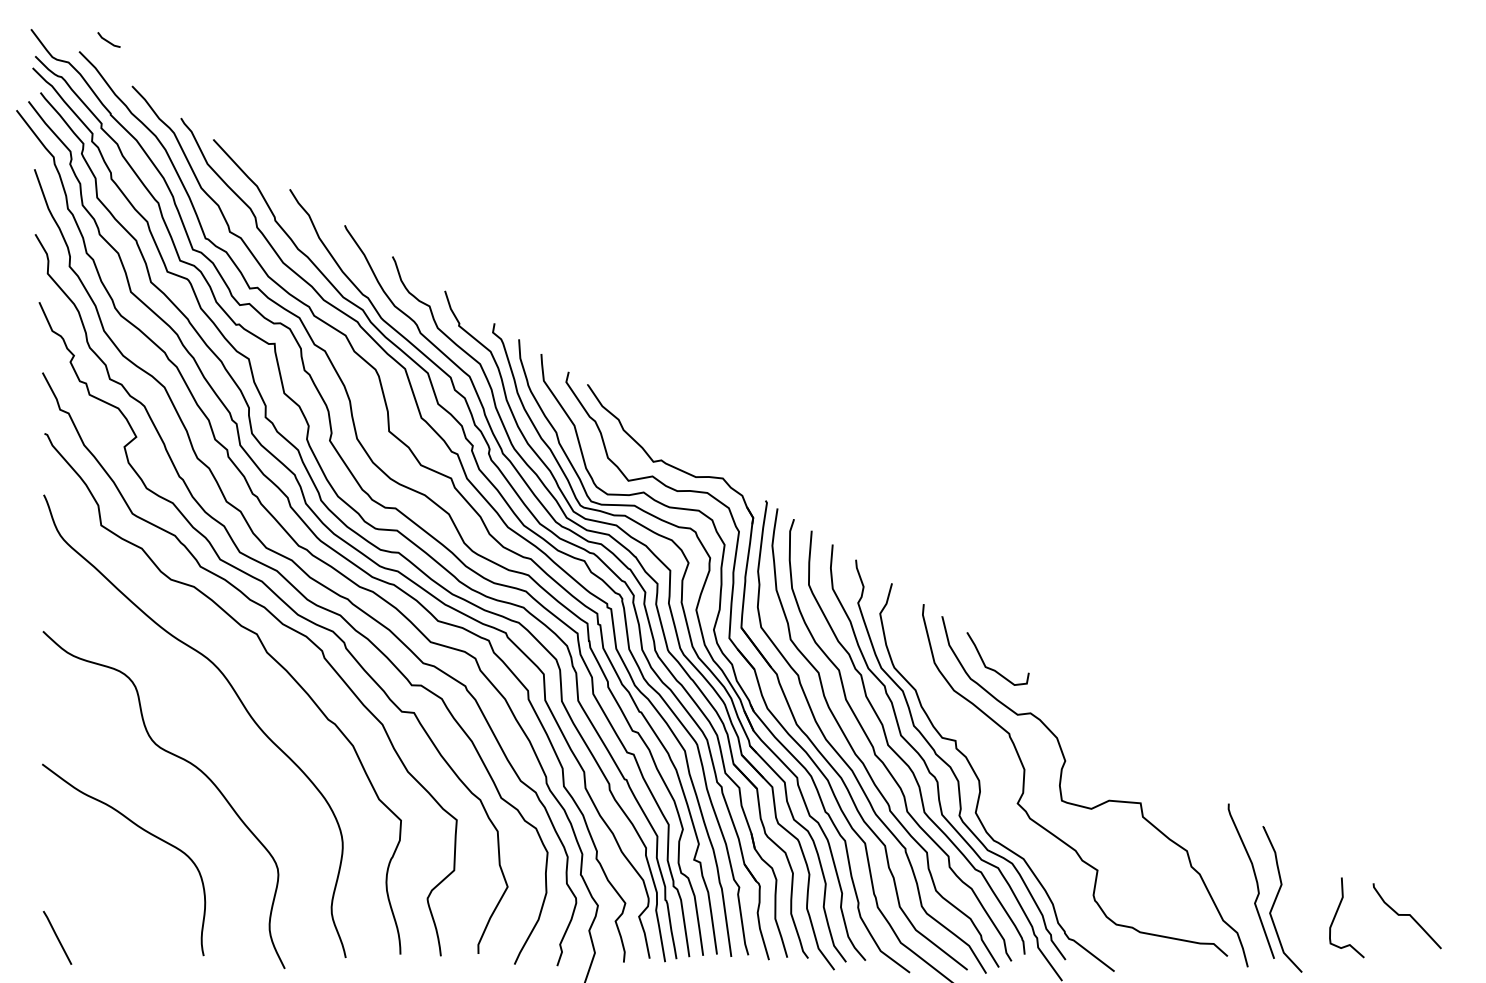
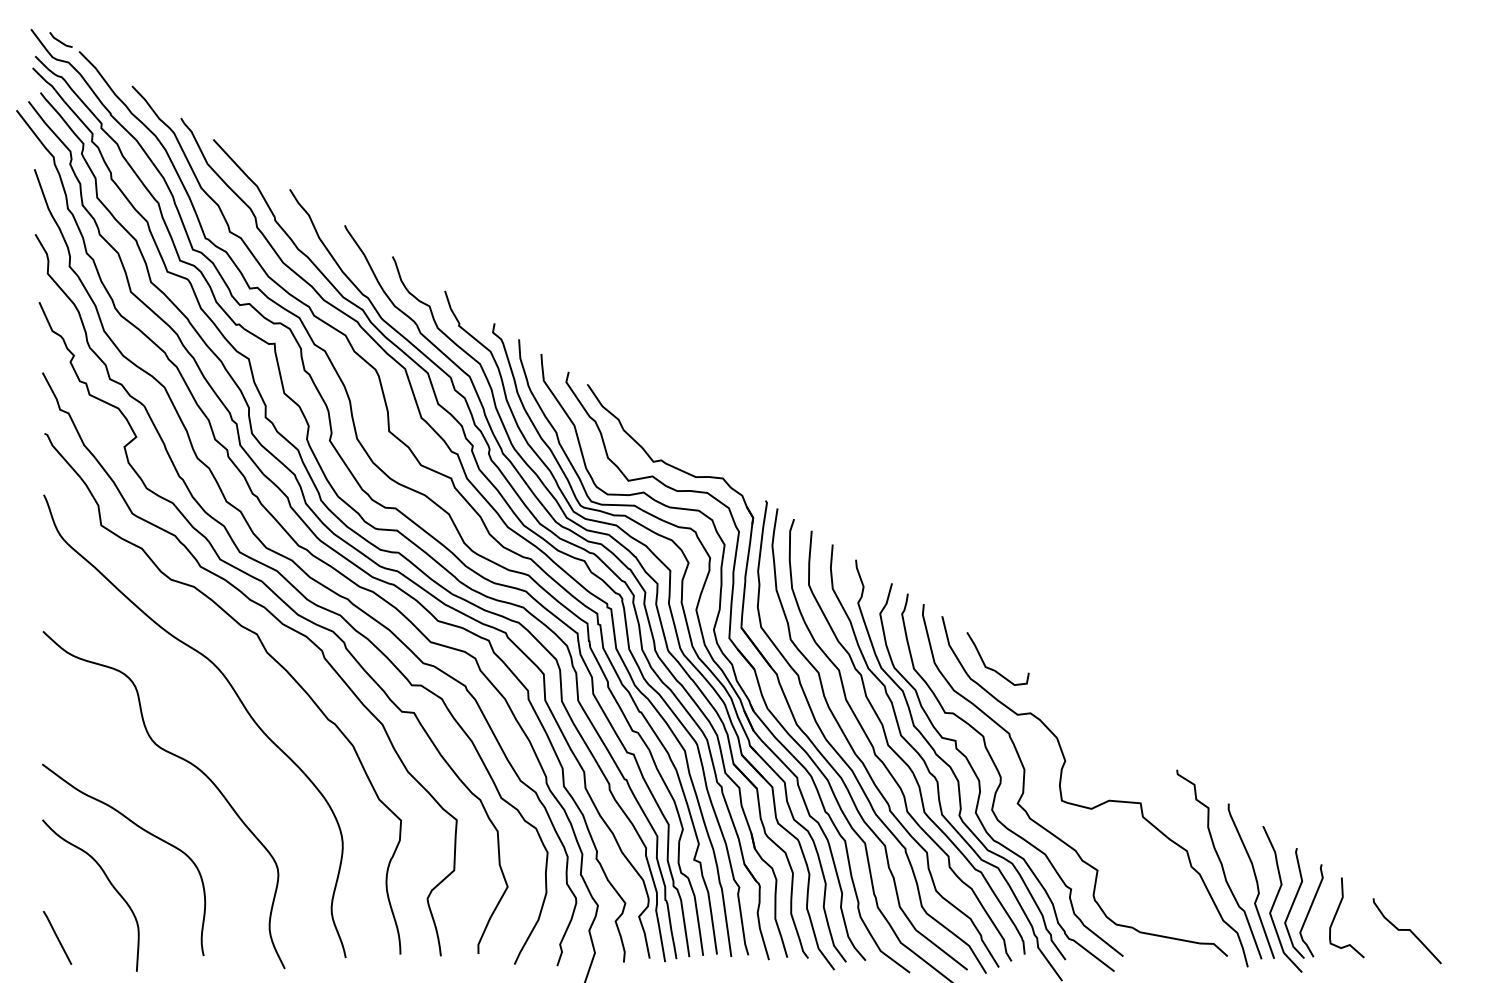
line at (108, 40) position: (108, 40) -> (60, 40)
curve at (1001, 776): none -> present
curve at (1220, 864): none -> present
curve at (108, 881): none -> present
part at (1310, 904): none -> present
curve at (1406, 915) position: (1406, 915) -> (1406, 930)
